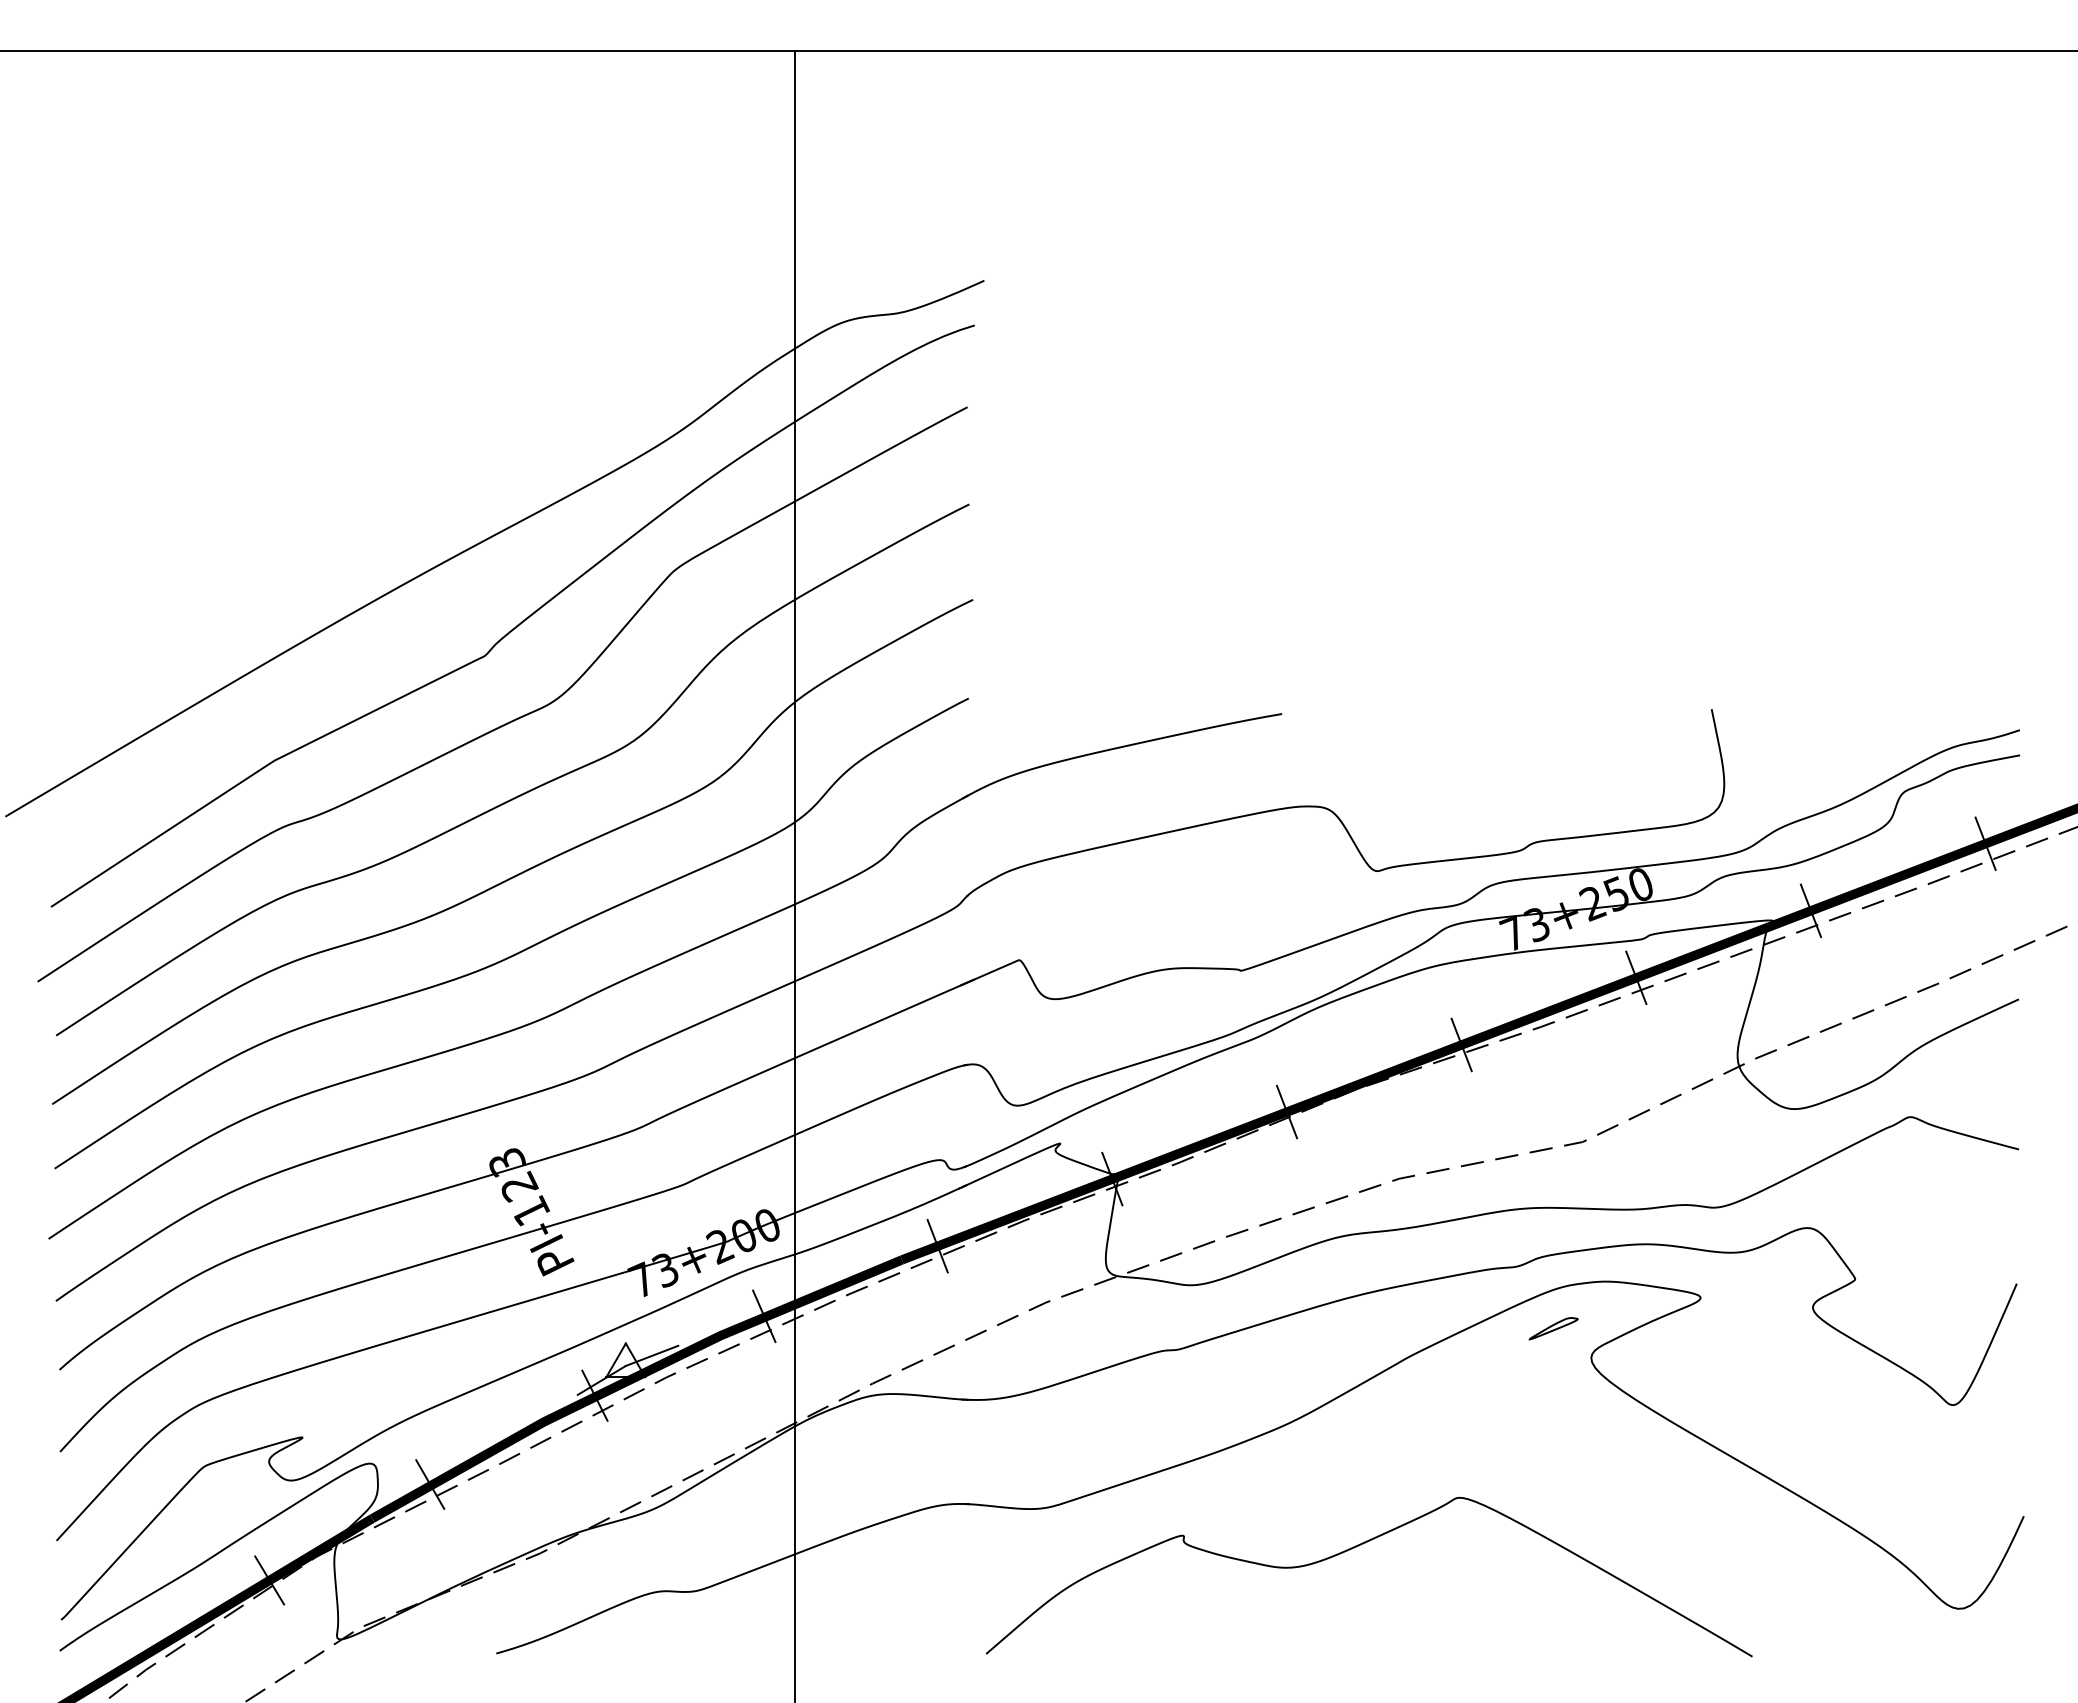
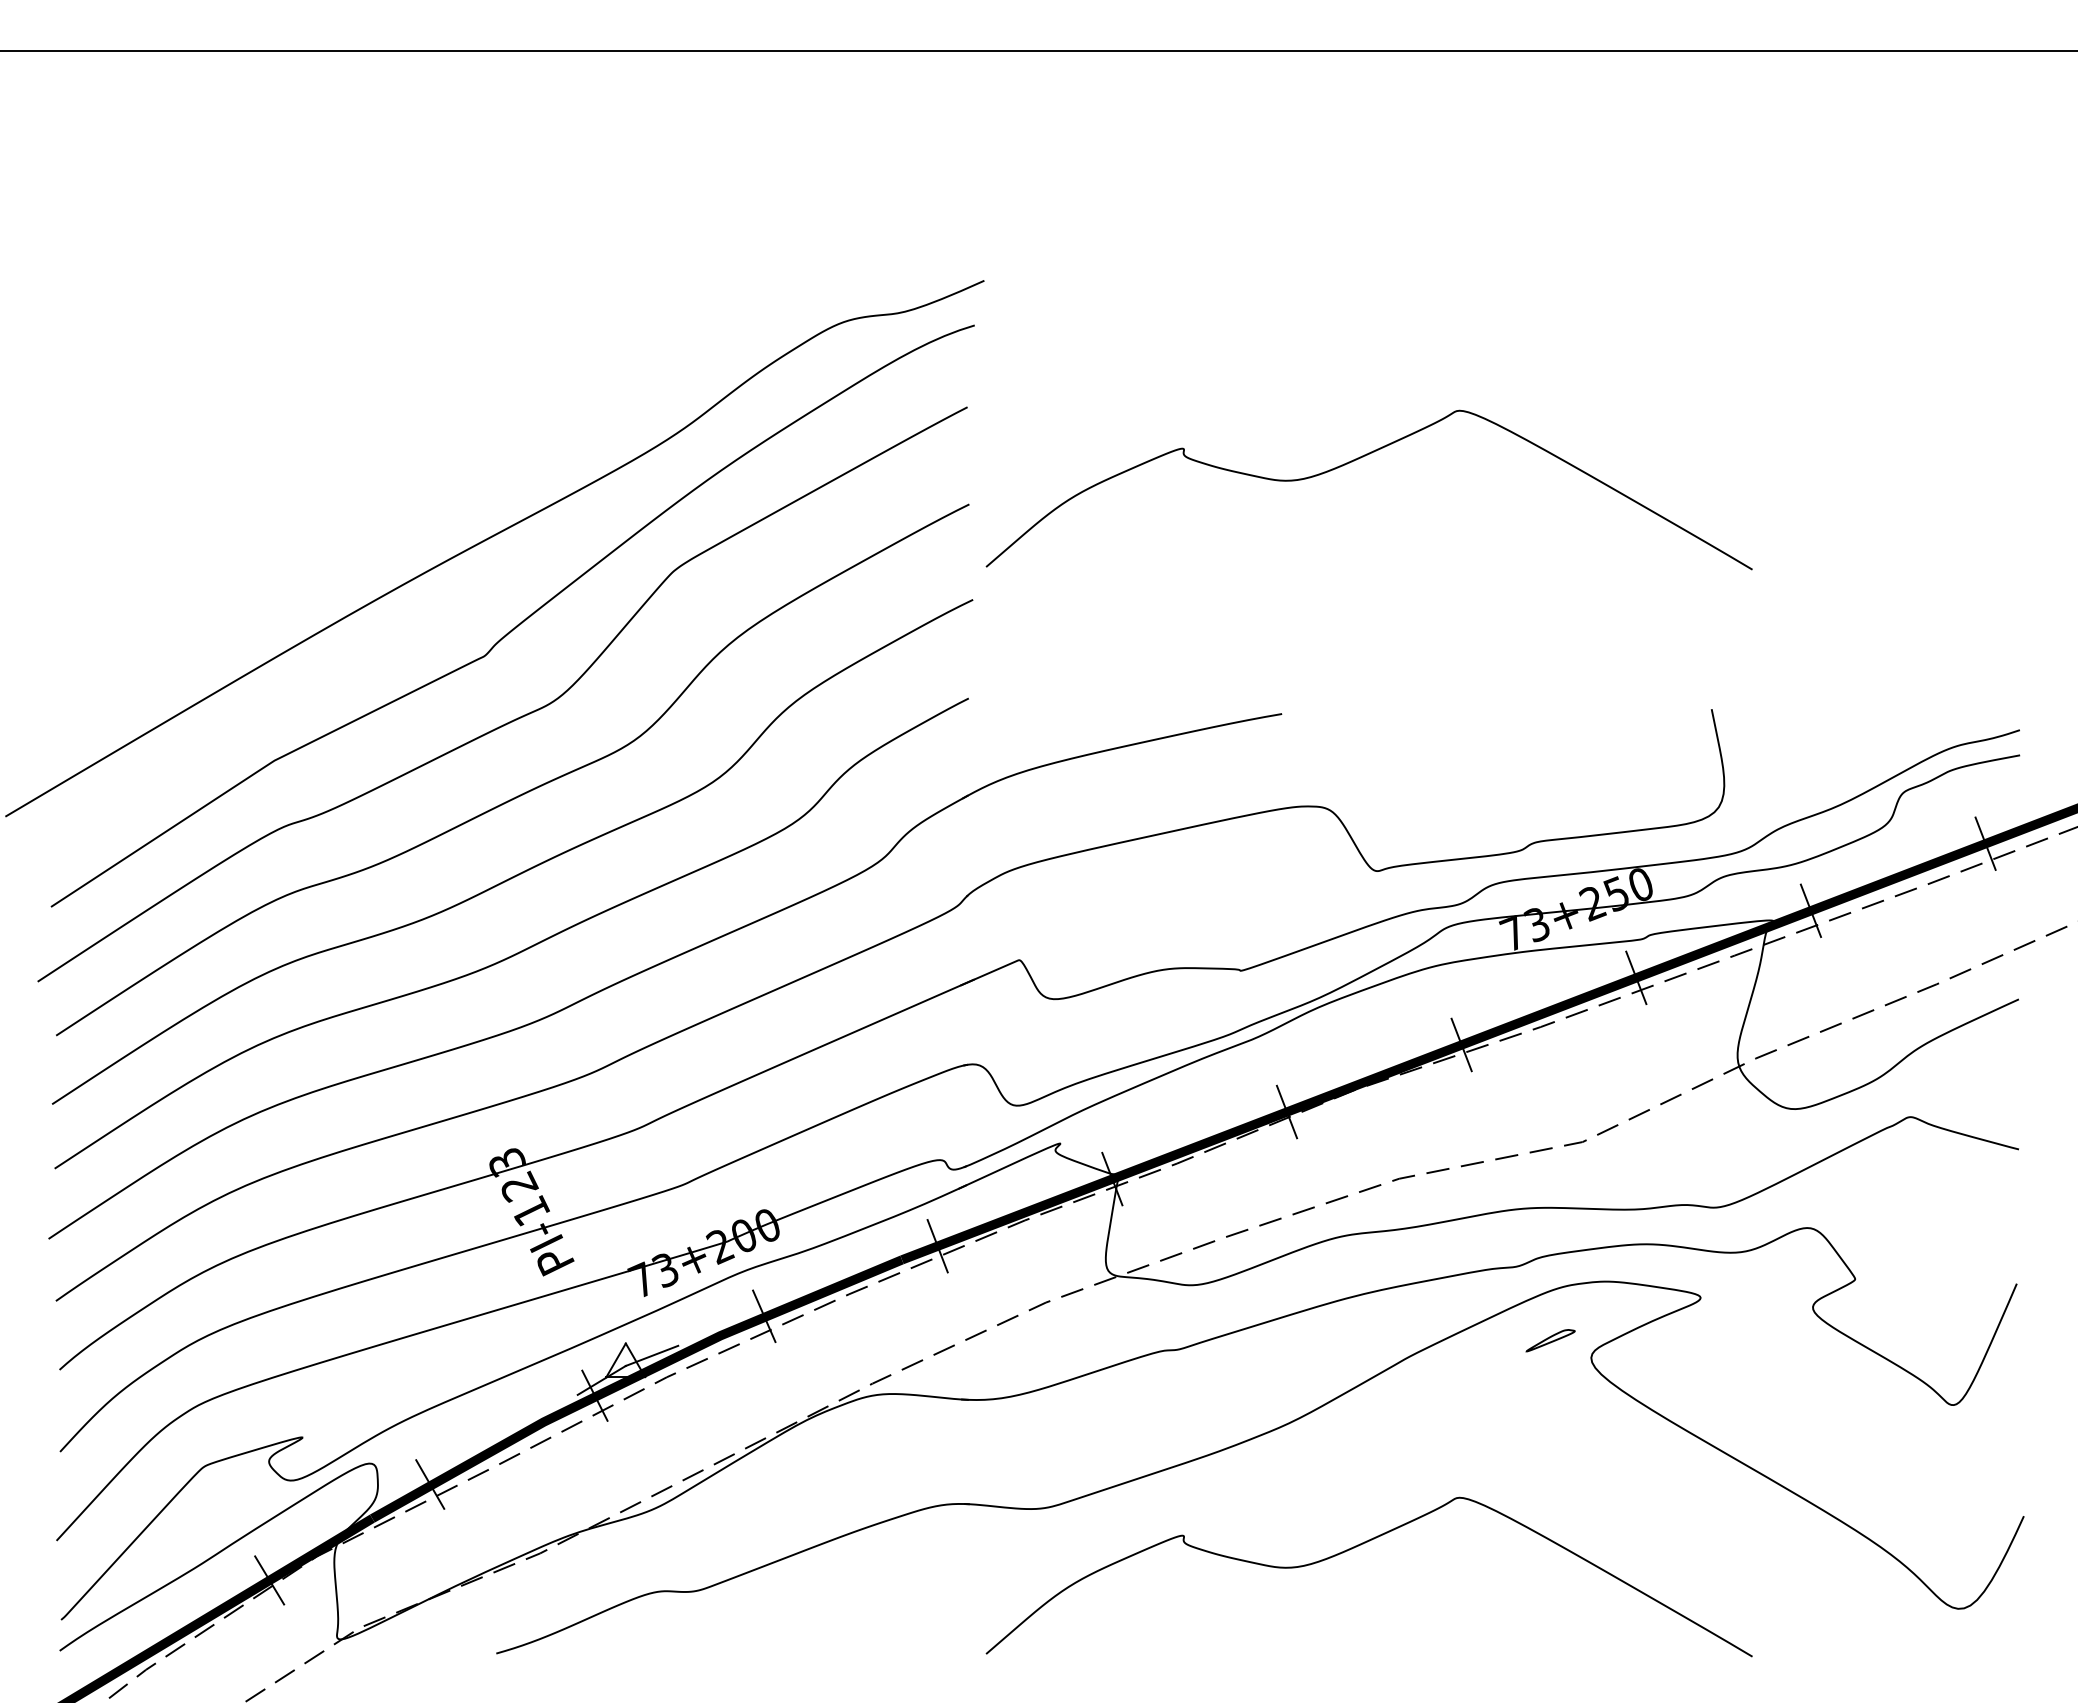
curve at (1354, 461): none -> present
line at (795, 875): present -> none
part at (1553, 1328) position: (1553, 1328) -> (1550, 1340)
